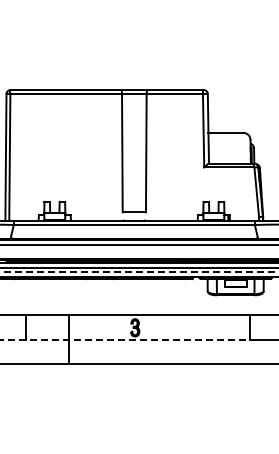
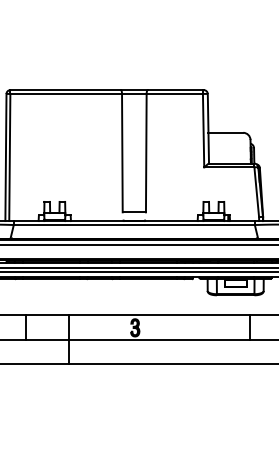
line at (139, 272): dashed -> solid
line at (125, 339): dashed -> solid
